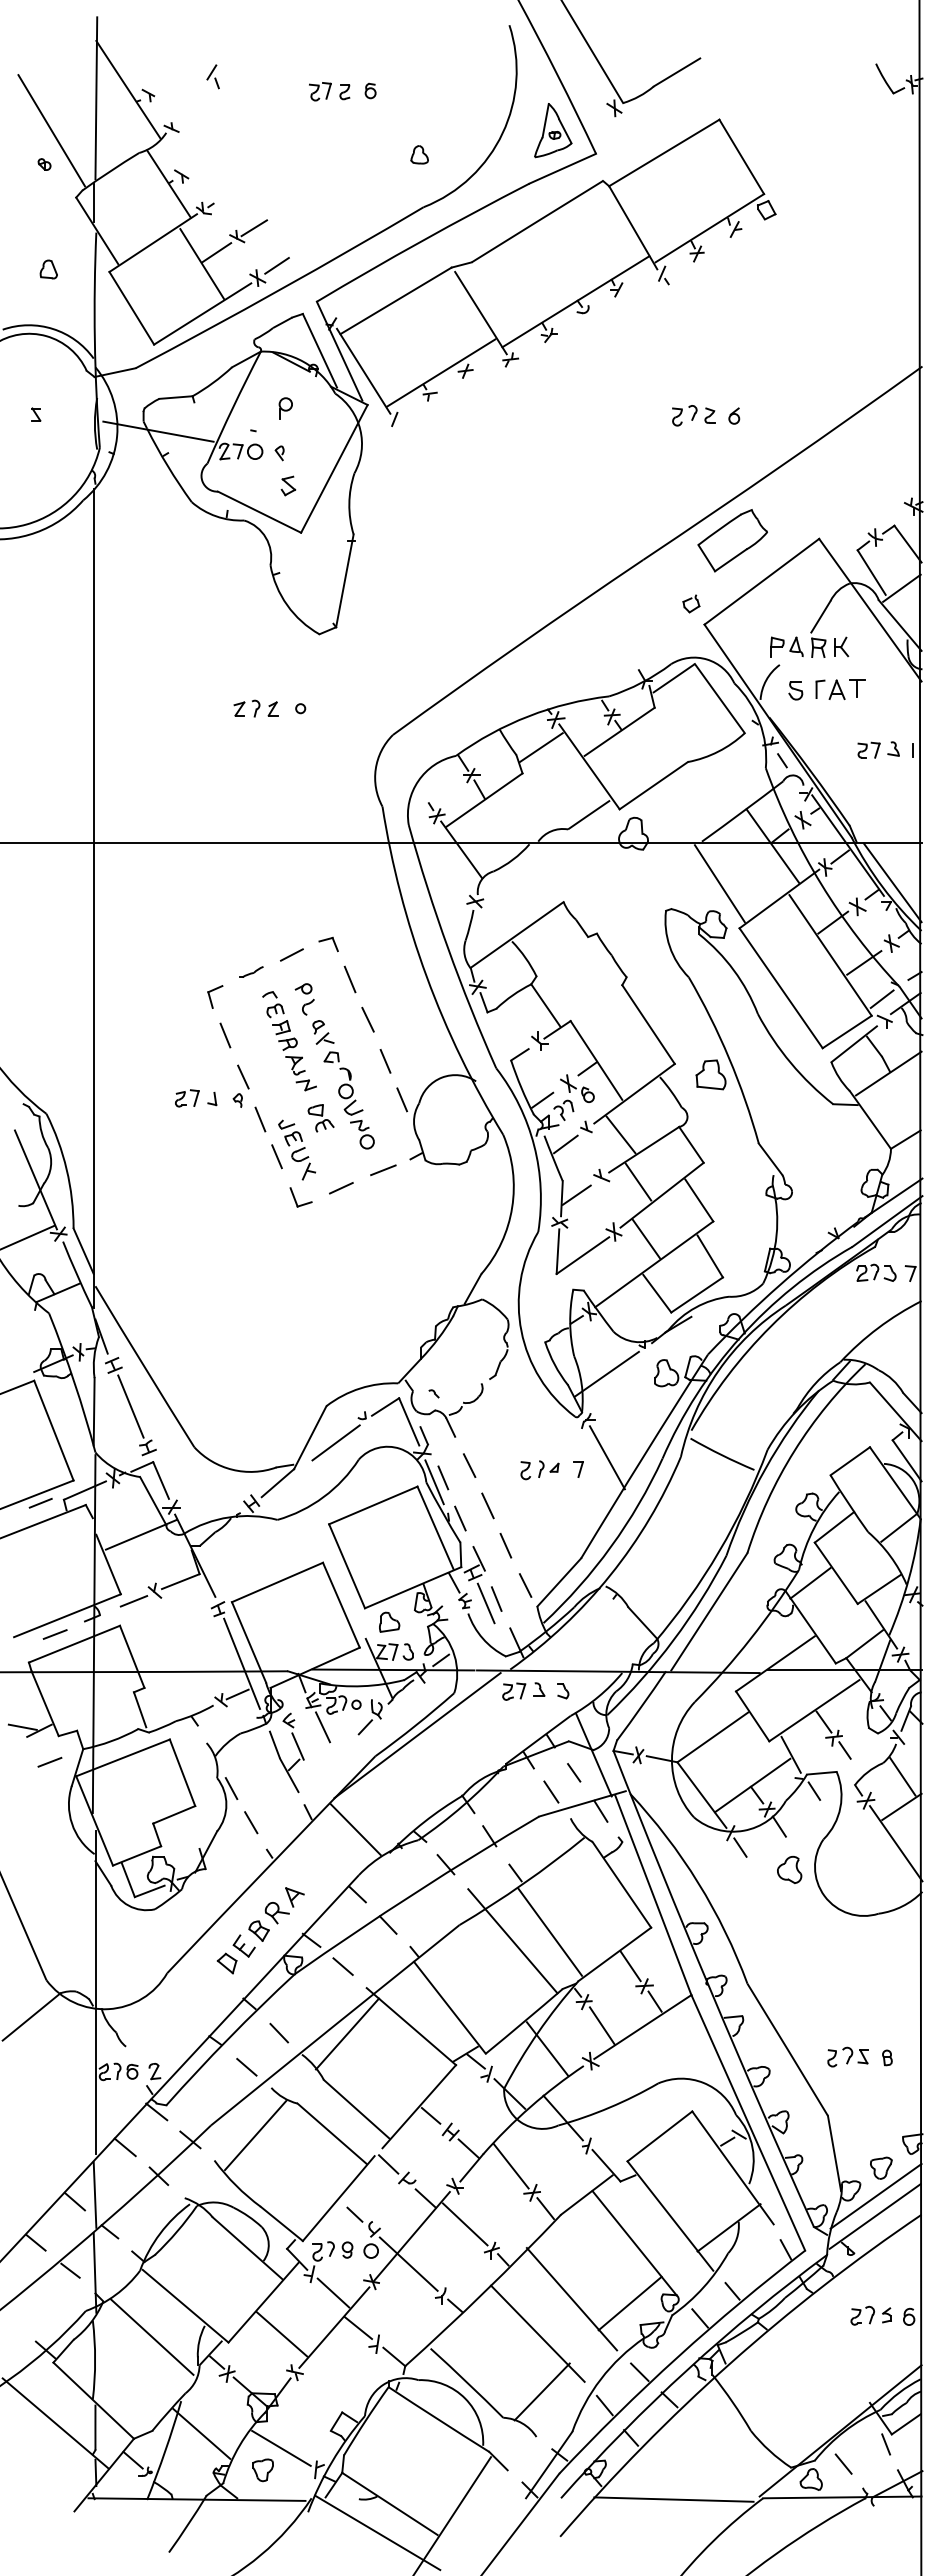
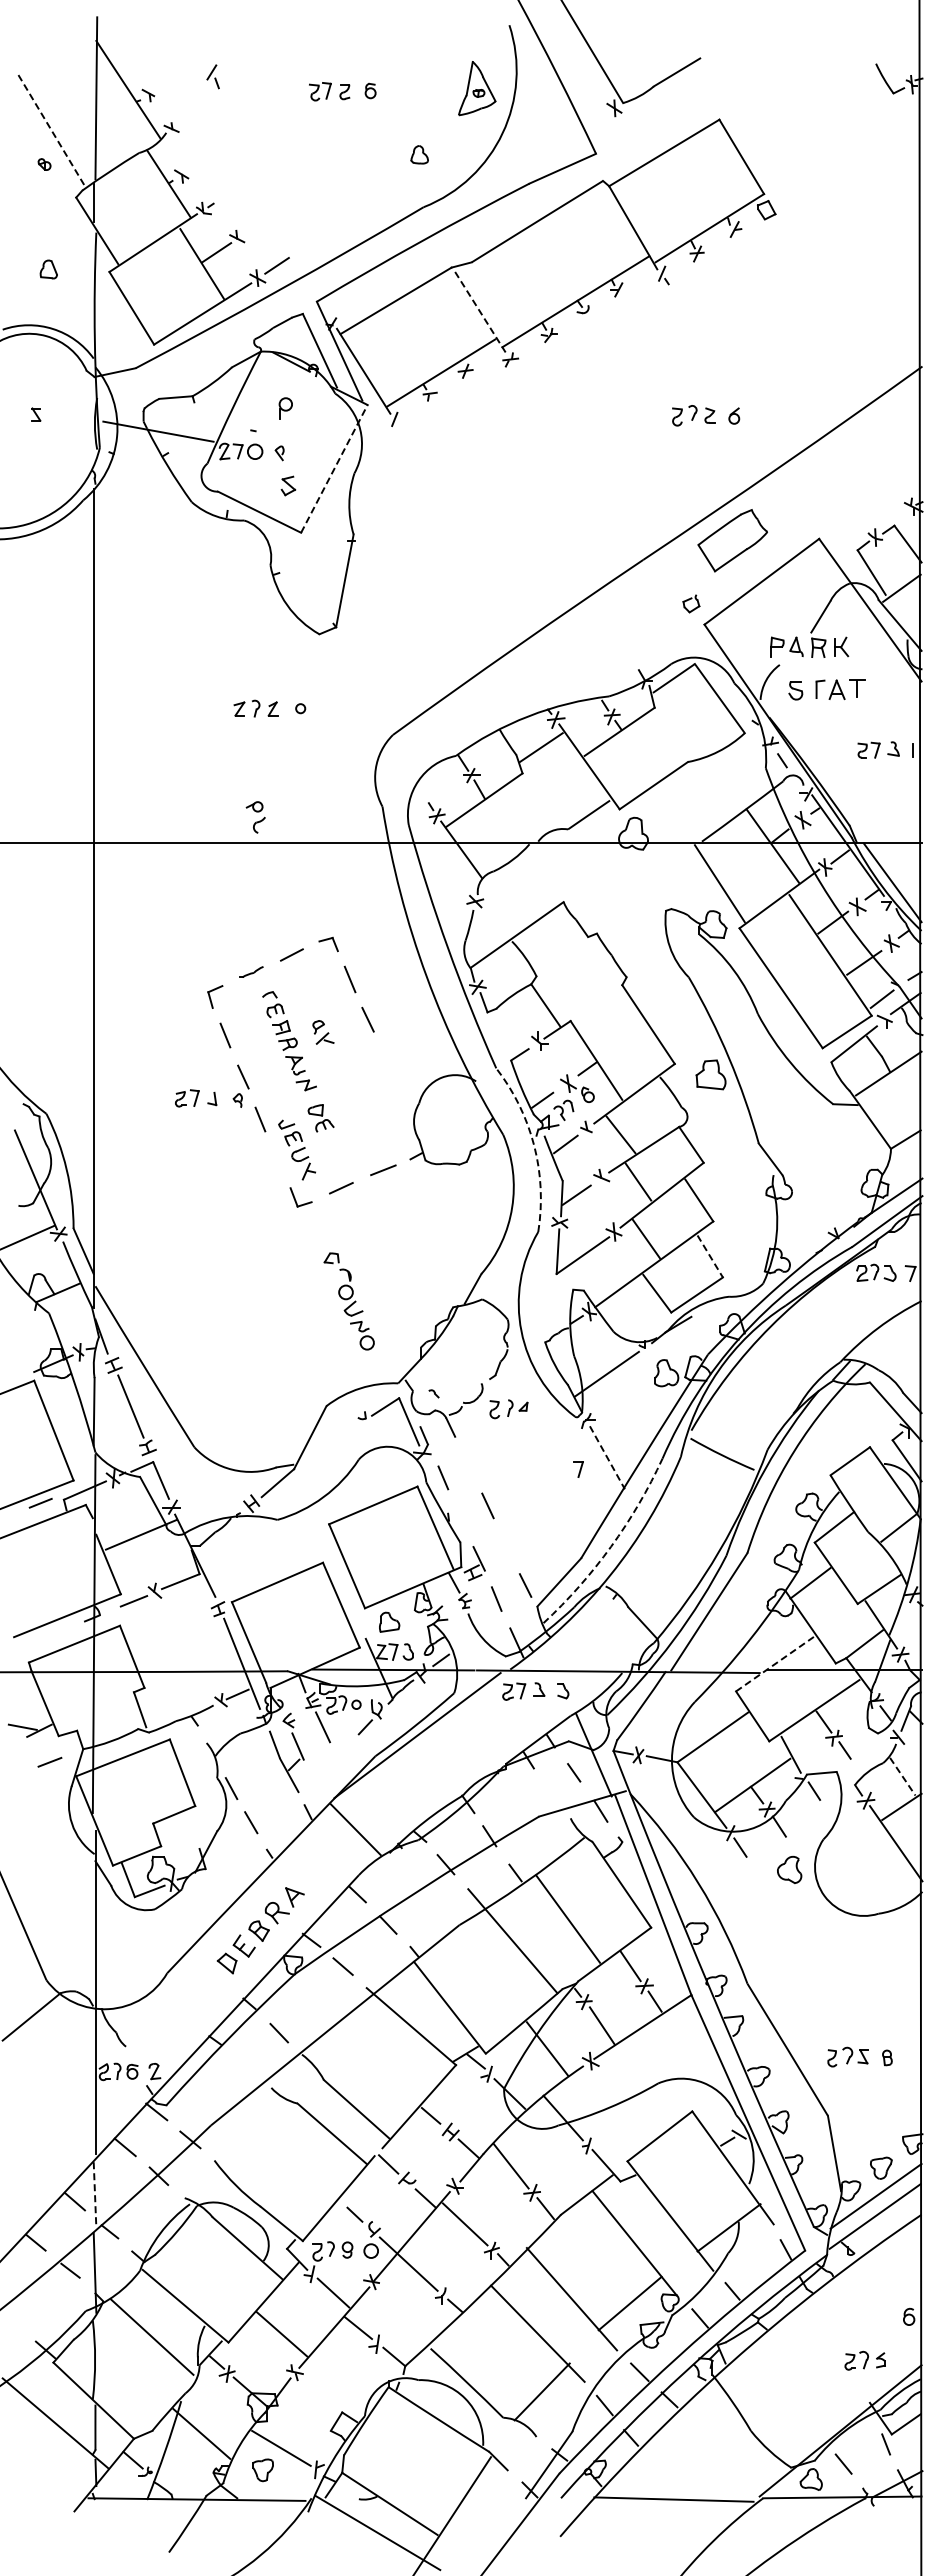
line at (51, 130): solid -> dashed
part at (553, 130) position: (553, 130) -> (477, 88)
line at (254, 228): present -> none
line at (480, 313): solid -> dashed
line at (334, 468): solid -> dashed
part at (304, 999) position: (304, 999) -> (255, 817)
line at (385, 1060): present -> none
line at (402, 1099): present -> none
part at (348, 1100) position: (348, 1100) -> (348, 1301)
arc at (534, 1145): solid -> dashed
line at (276, 1156): present -> none
line at (710, 1256): solid -> dashed
line at (335, 1442): present -> none
line at (607, 1458): solid -> dashed
line at (469, 1465): present -> none
part at (539, 1470) position: (539, 1470) -> (508, 1409)
line at (434, 1482): present -> none
line at (460, 1518): present -> none
line at (505, 1545): present -> none
arc at (611, 1546): solid -> dashed
line at (485, 1603): present -> none
line at (54, 1634): present -> none
line at (775, 1663): solid -> dashed
line at (902, 1776): solid -> dashed
line at (551, 1791): present -> none
line at (550, 1931) position: (550, 1931) -> (568, 1918)
line at (347, 2033): present -> none
line at (246, 2066): present -> none
line at (255, 2135): present -> none
line at (95, 2195): solid -> dashed
part at (870, 2315) position: (870, 2315) -> (864, 2360)
